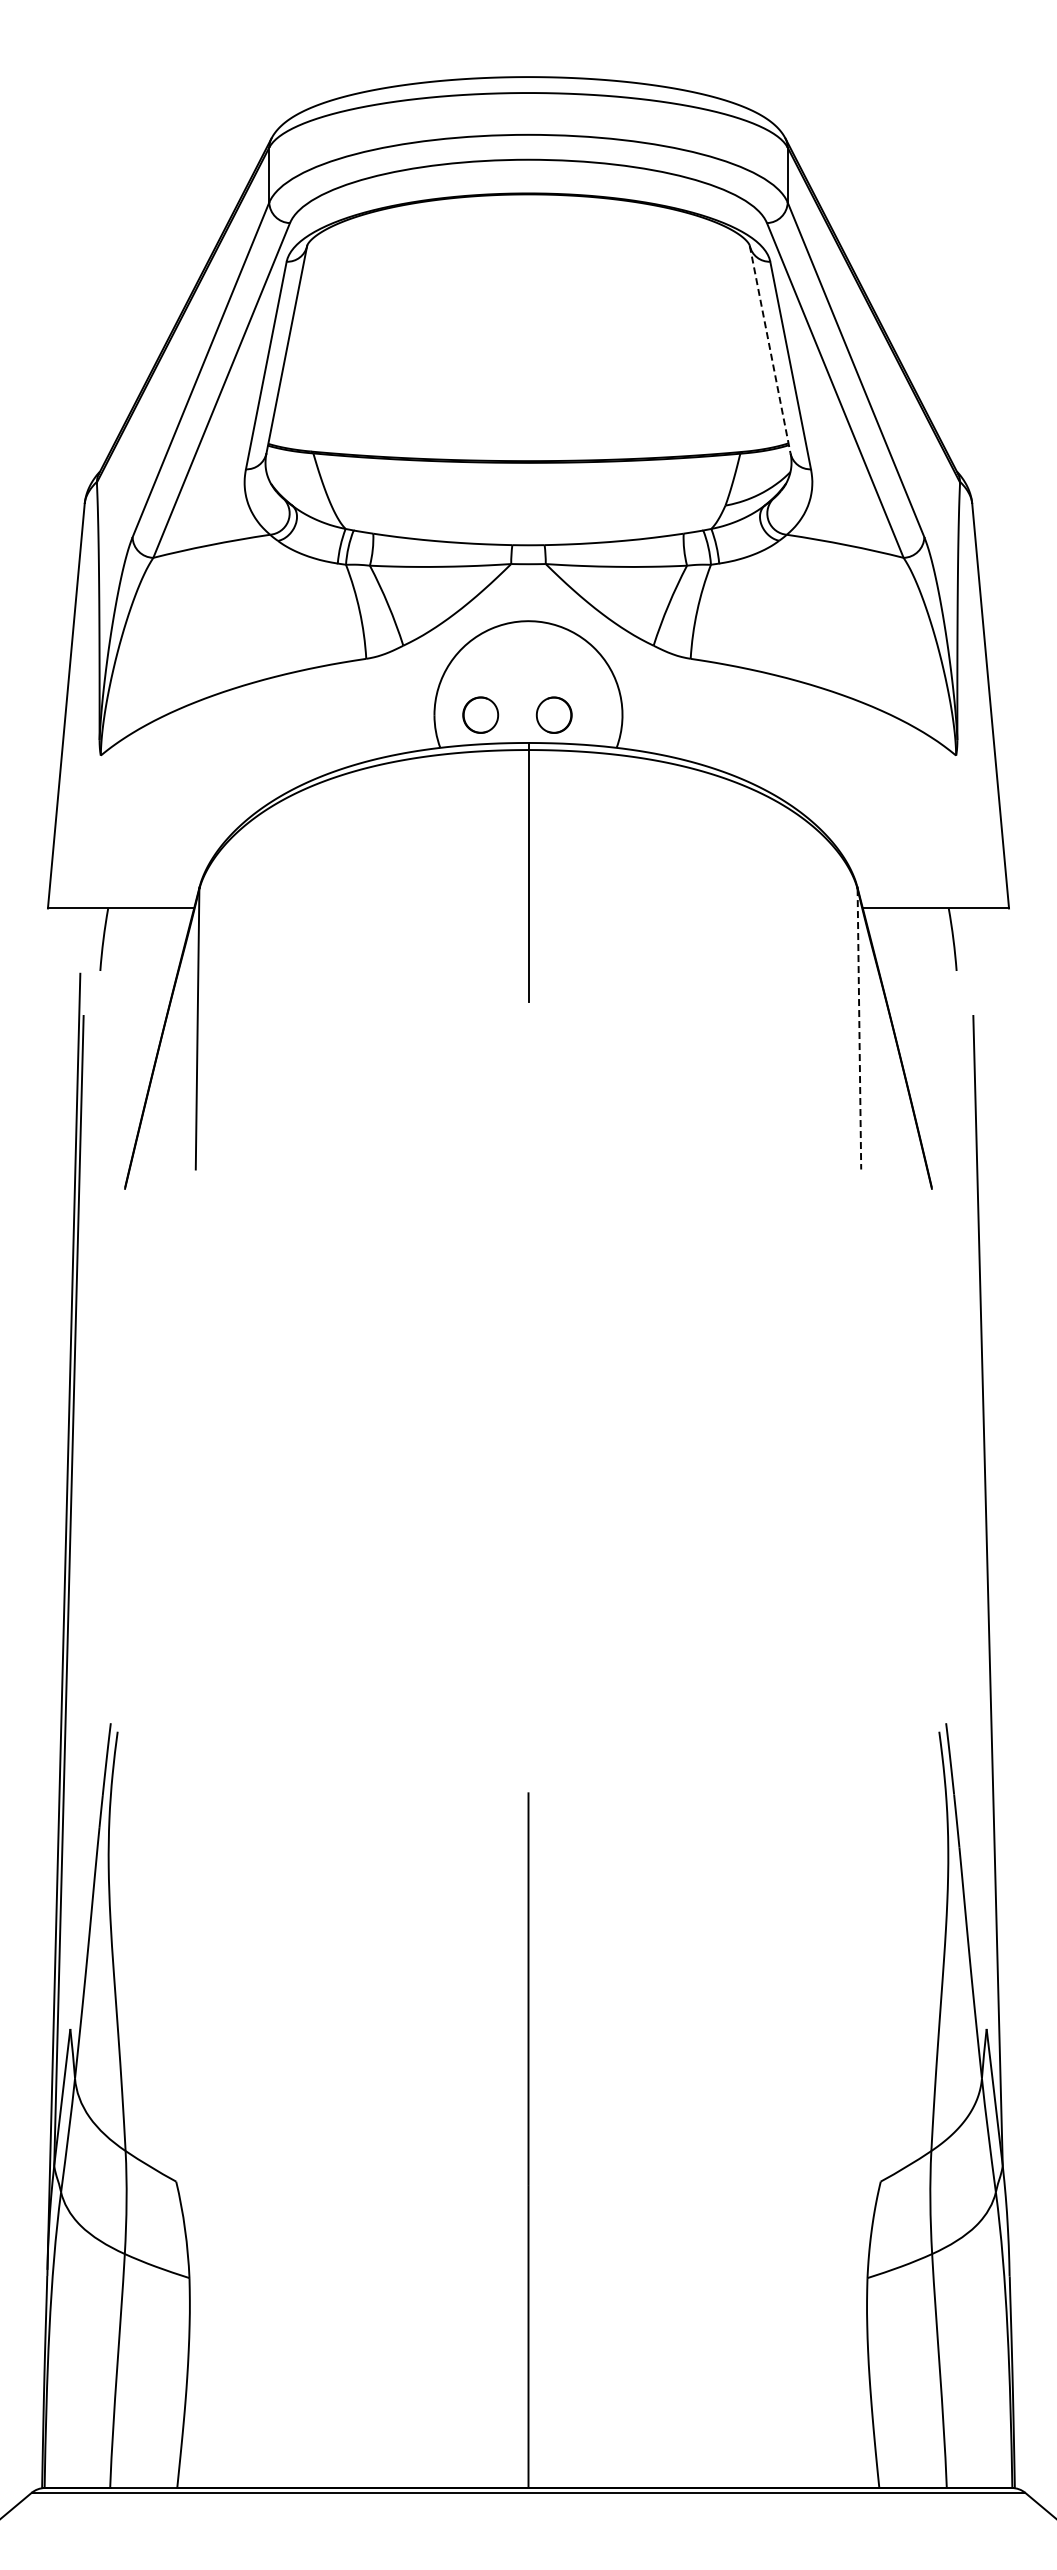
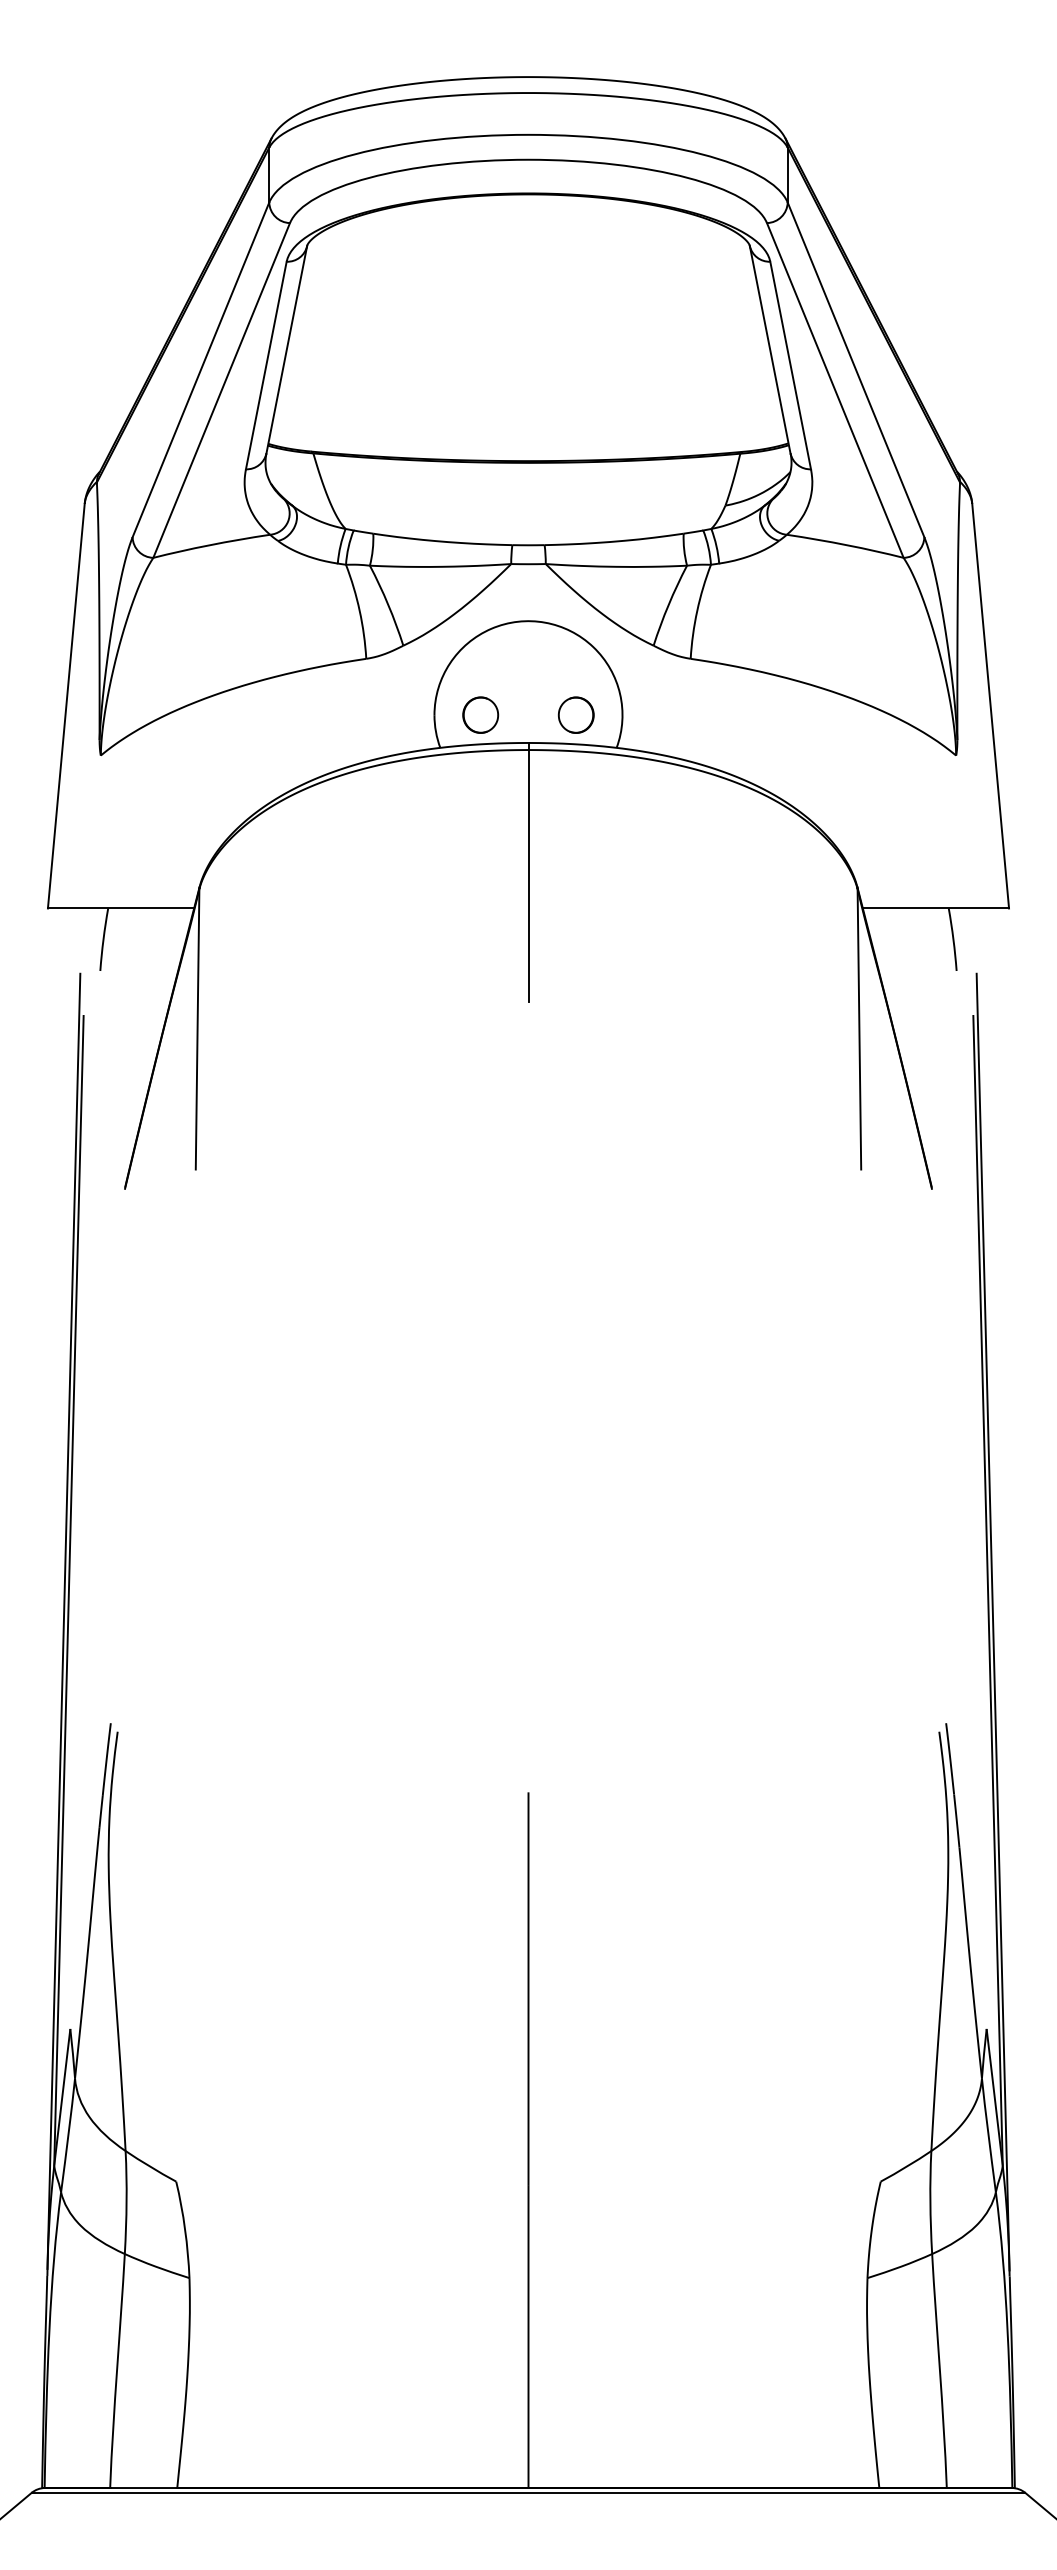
line at (770, 349): dashed -> solid
part at (553, 714) position: (553, 714) -> (575, 714)
line at (859, 1029): dashed -> solid
line at (992, 1621): none -> present
